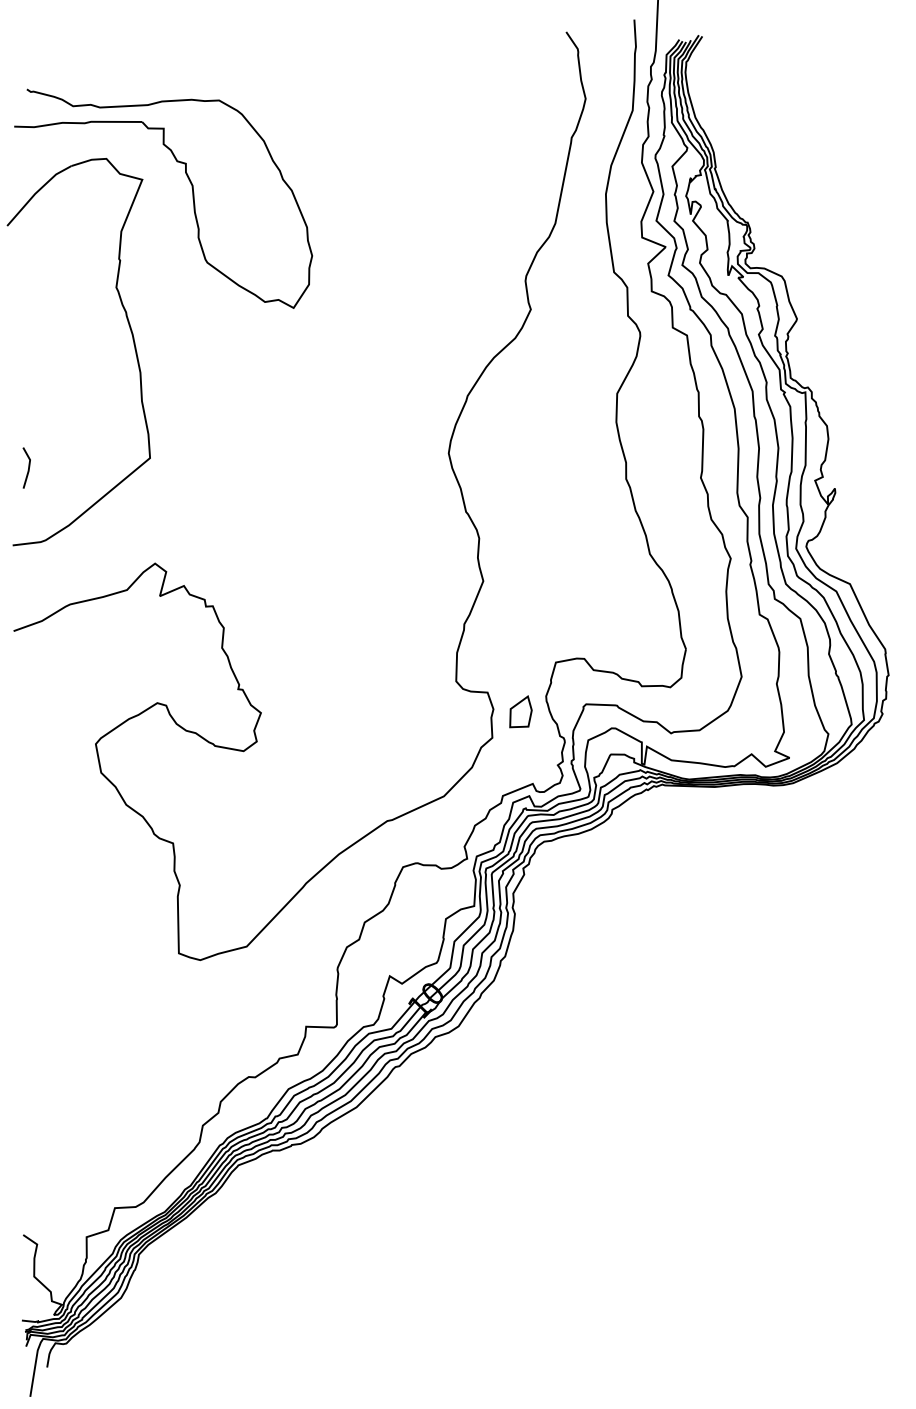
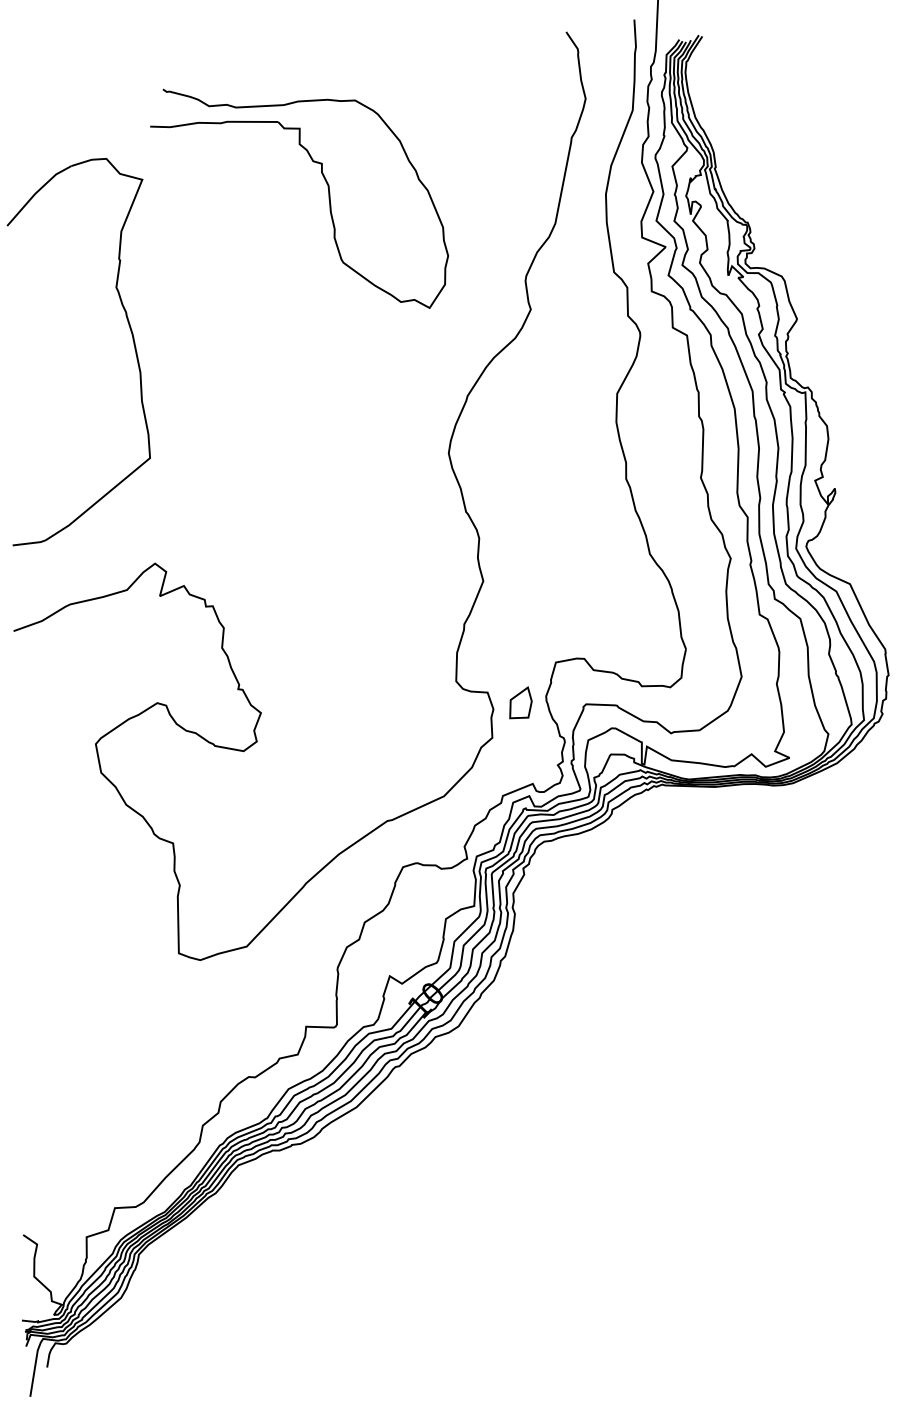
part at (192, 198) position: (192, 198) -> (328, 198)
line at (28, 467): present -> none
part at (520, 711) position: (520, 711) -> (520, 702)
